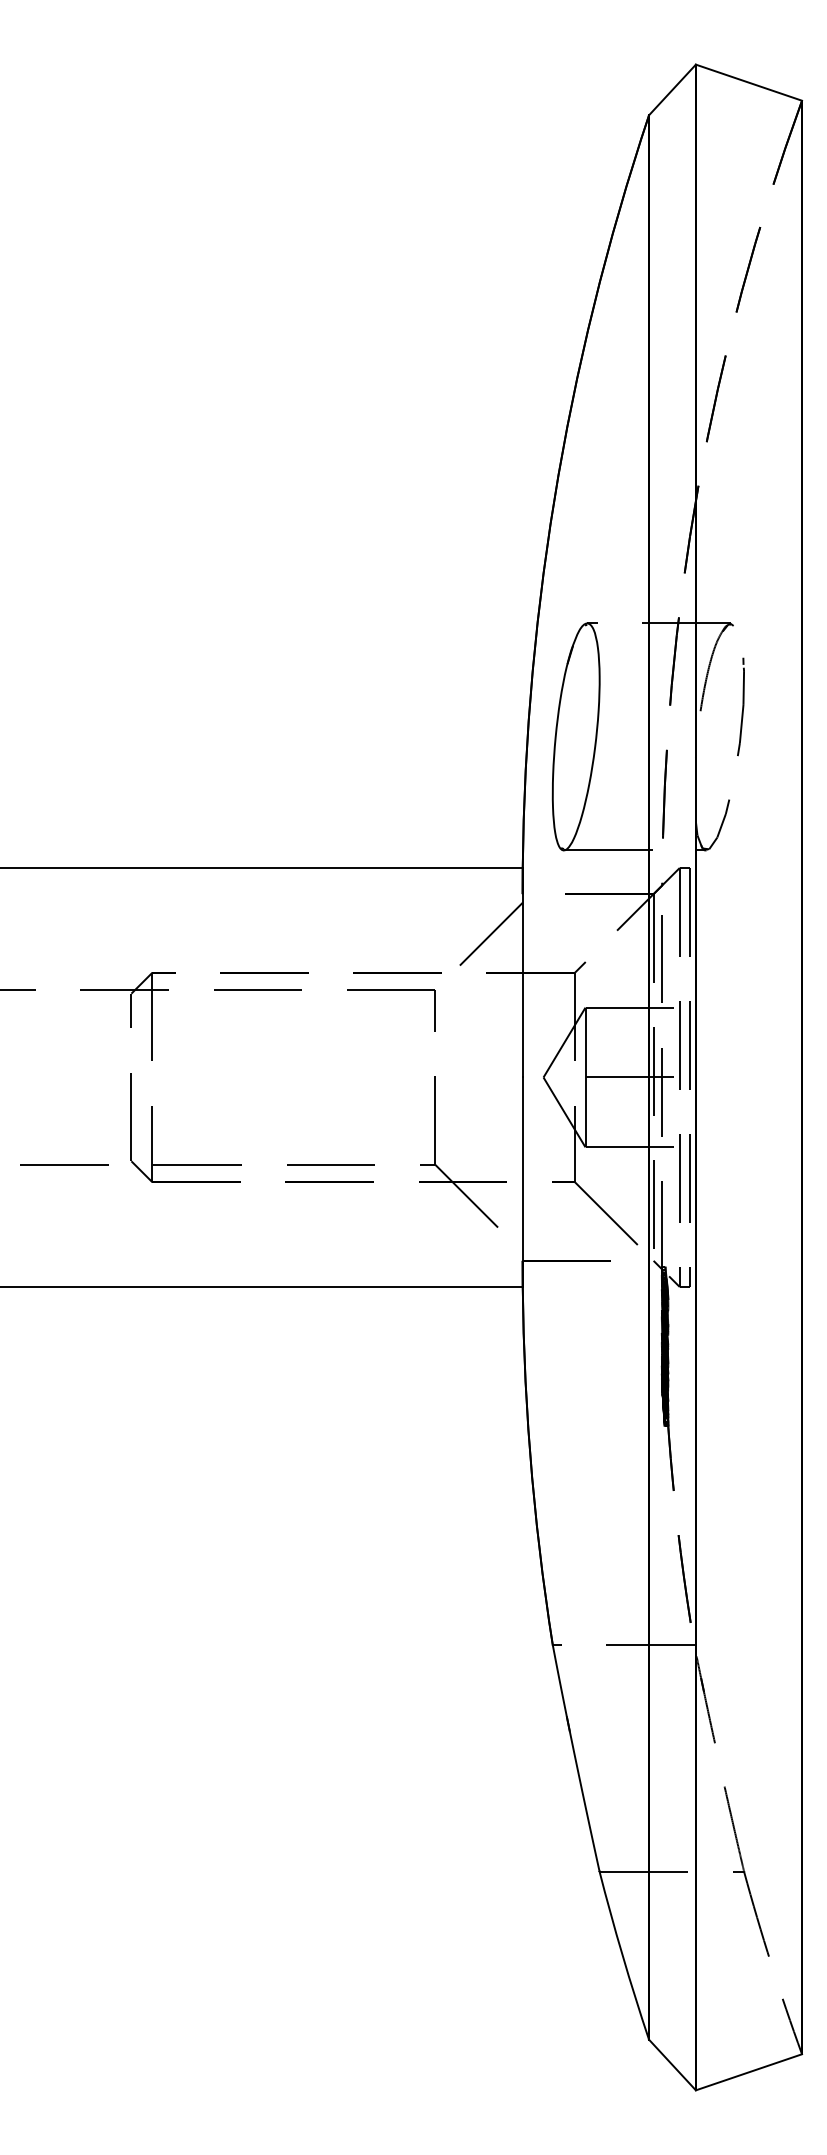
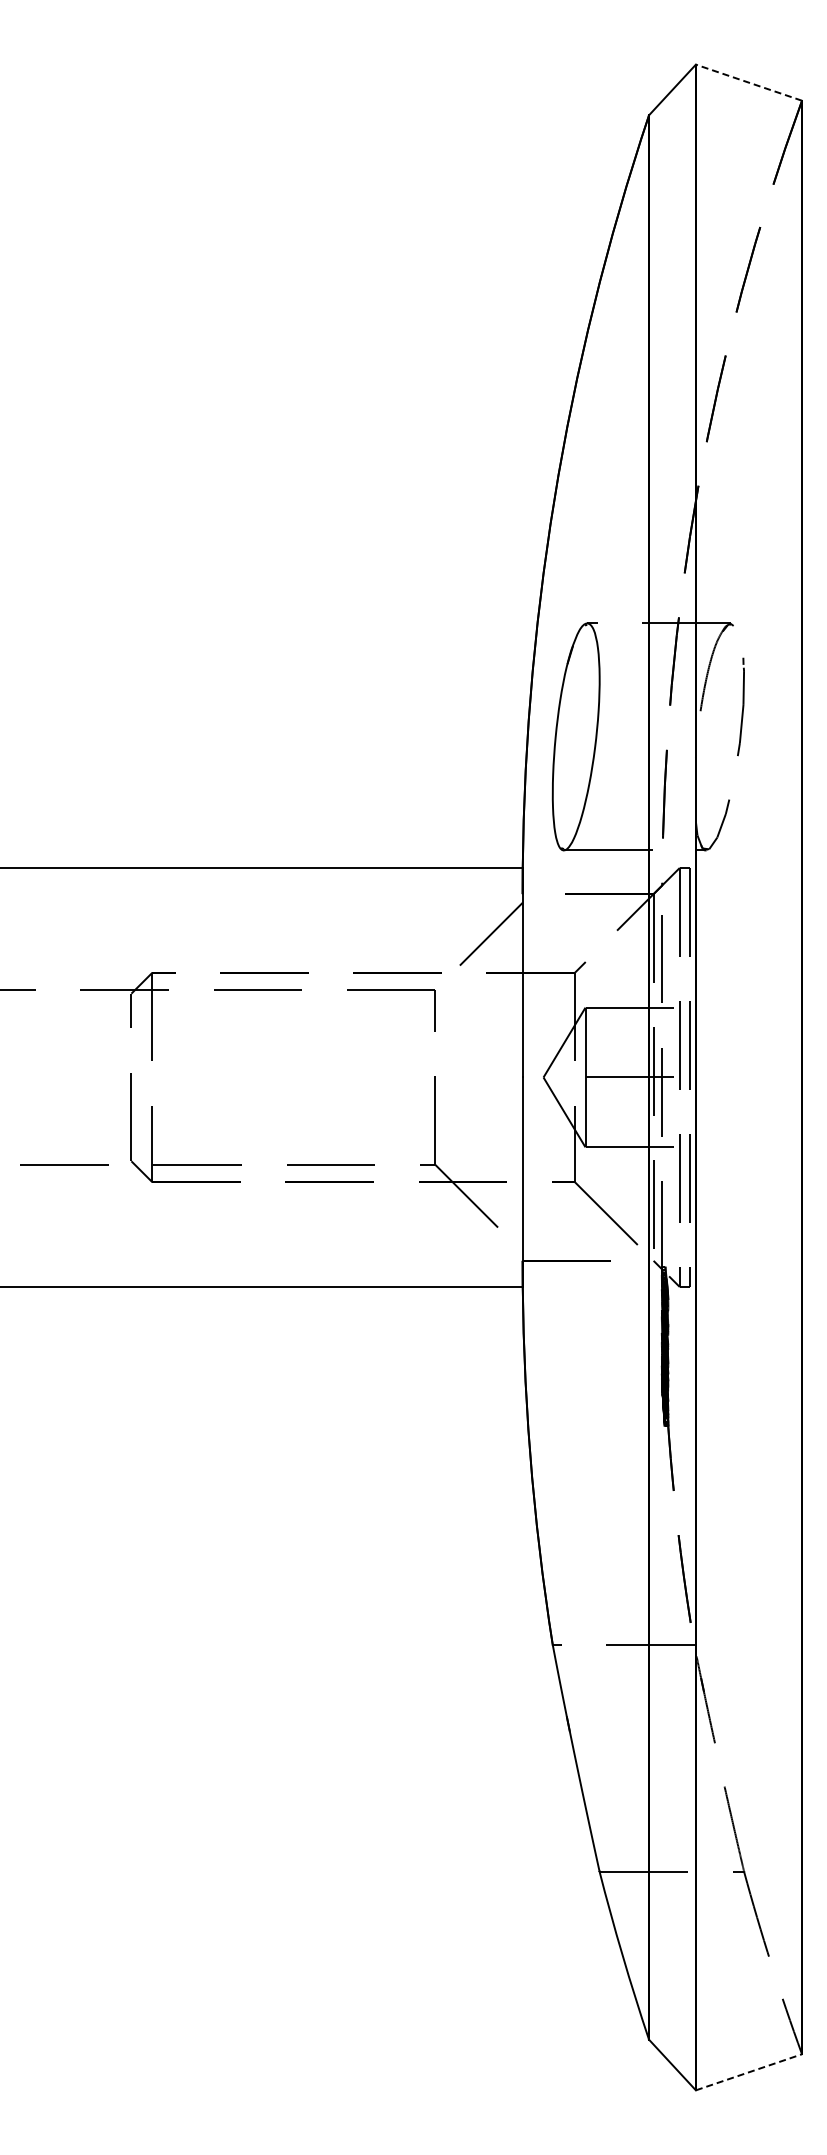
line at (748, 82): solid -> dashed
line at (749, 2072): solid -> dashed
